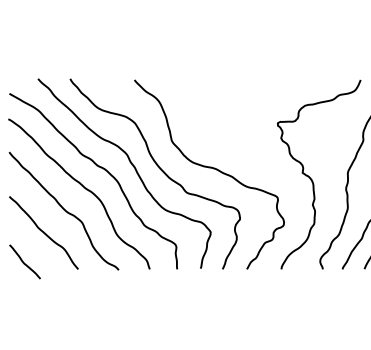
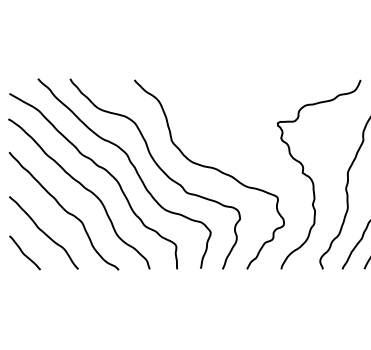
curve at (23, 261) position: (23, 261) -> (23, 252)
